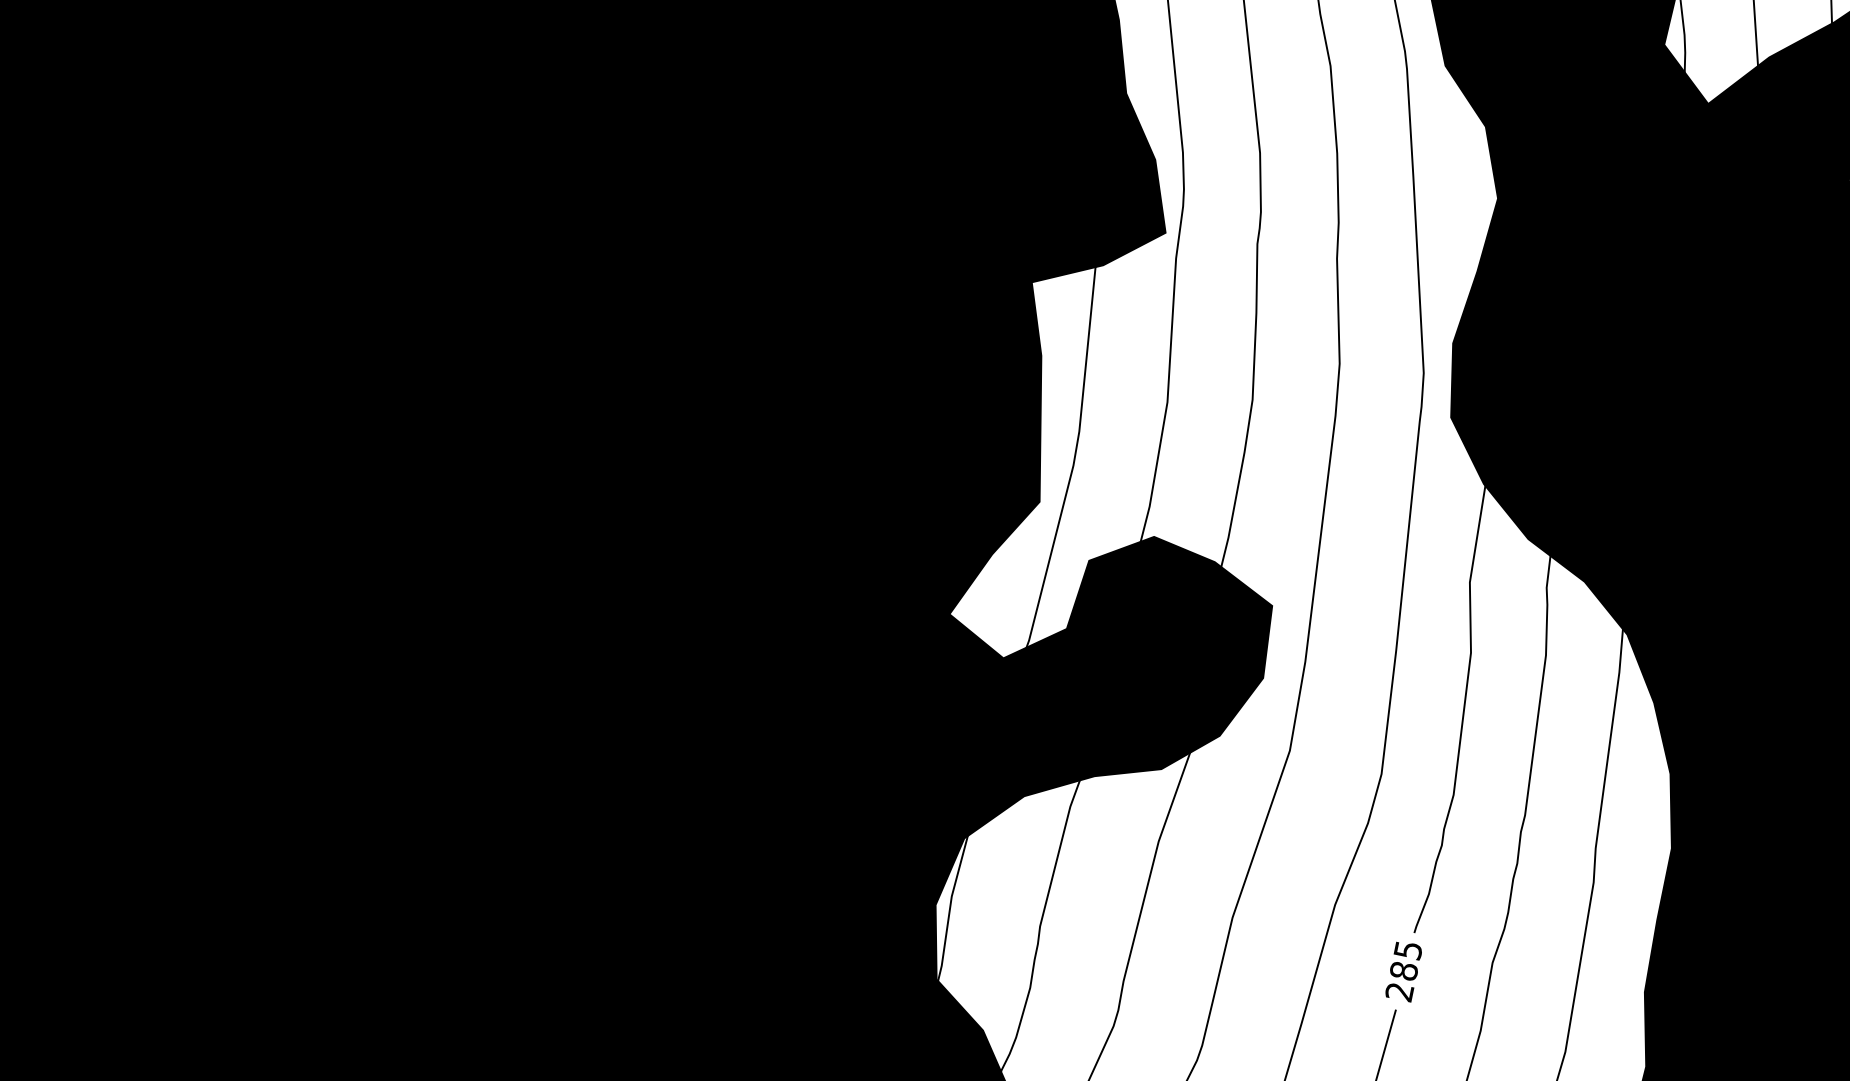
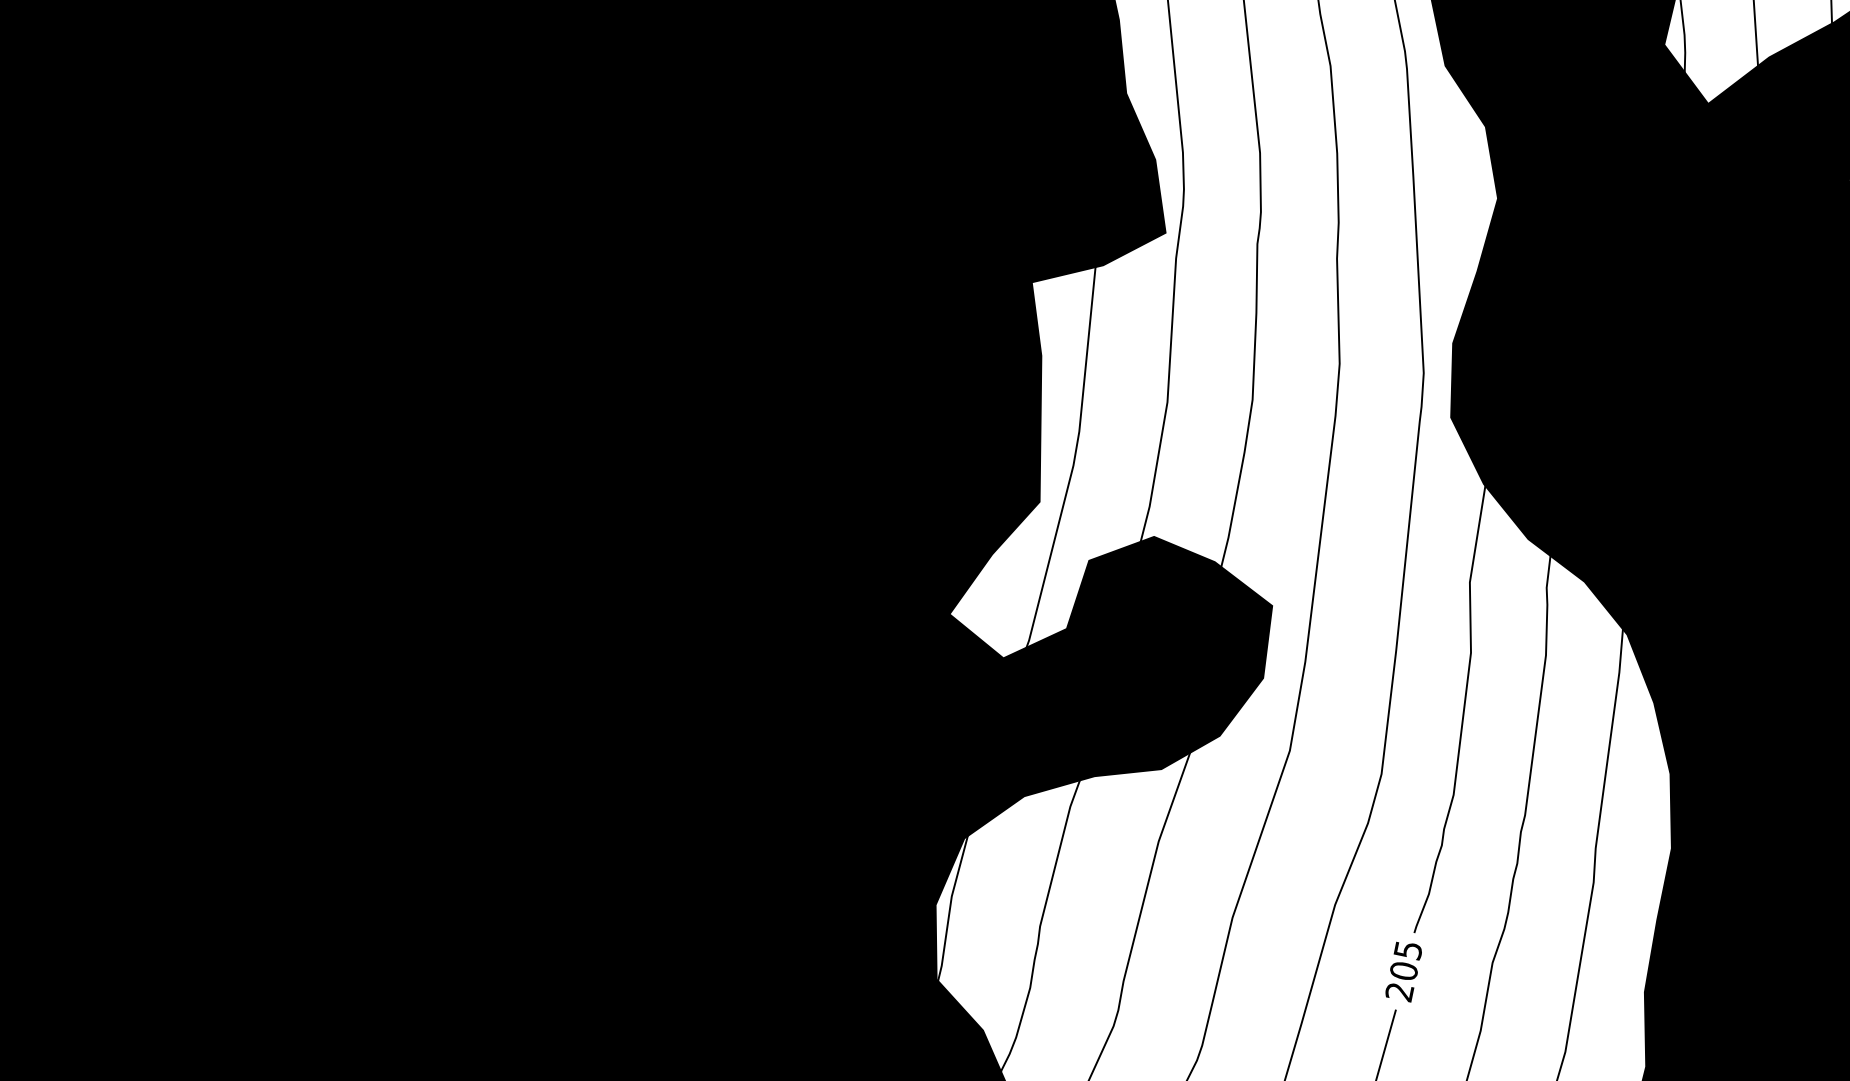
text at (1403, 971): 285 -> 205
